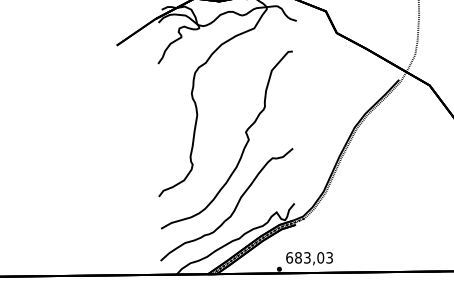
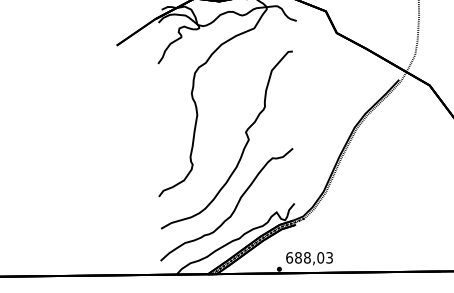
text at (307, 257): 683,03 -> 688,03
